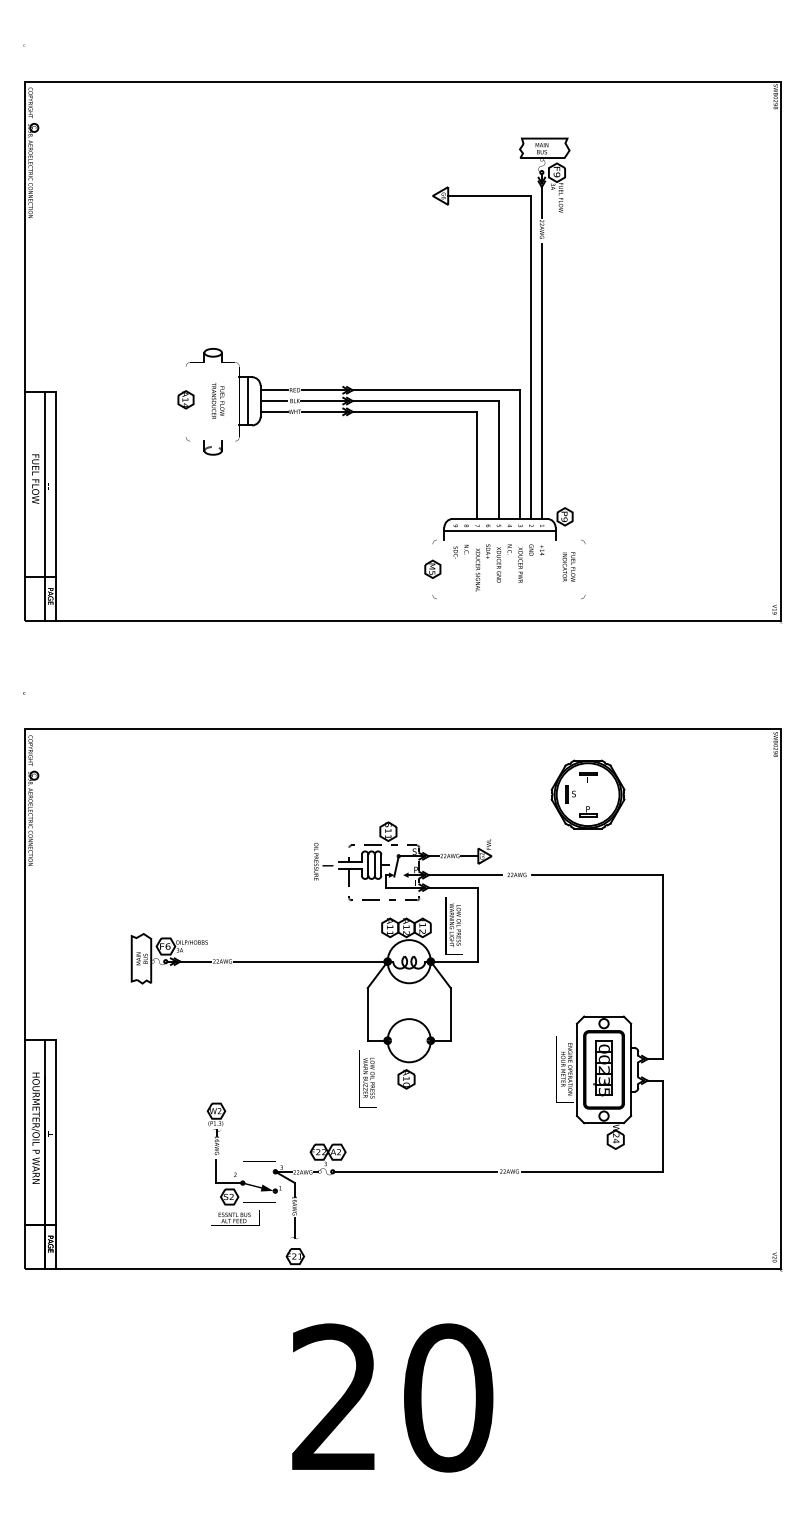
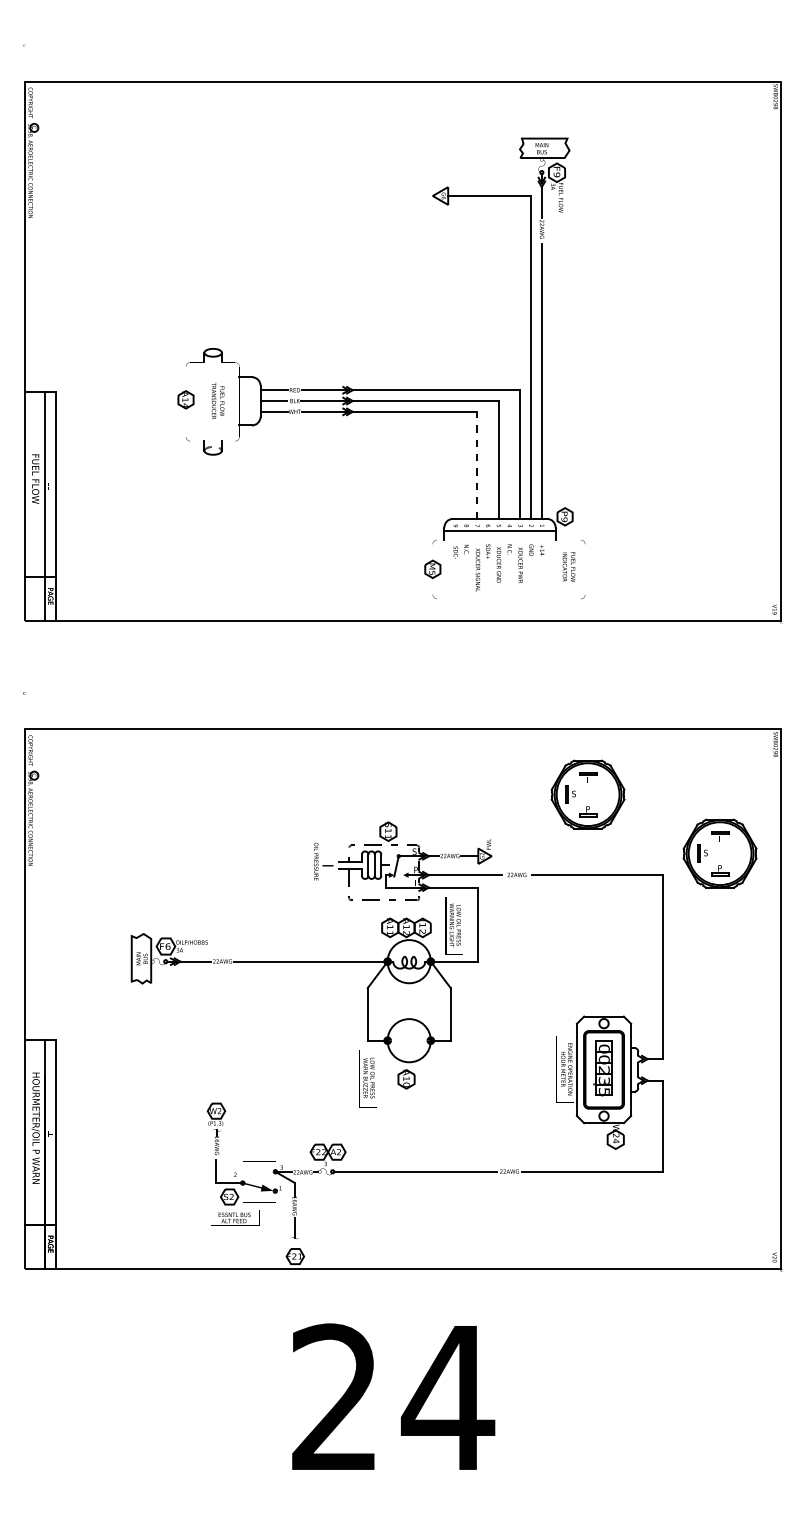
line at (248, 401): present -> none
line at (477, 465): solid -> dashed
part at (719, 853): none -> present
text at (447, 1397): 20 -> 24
